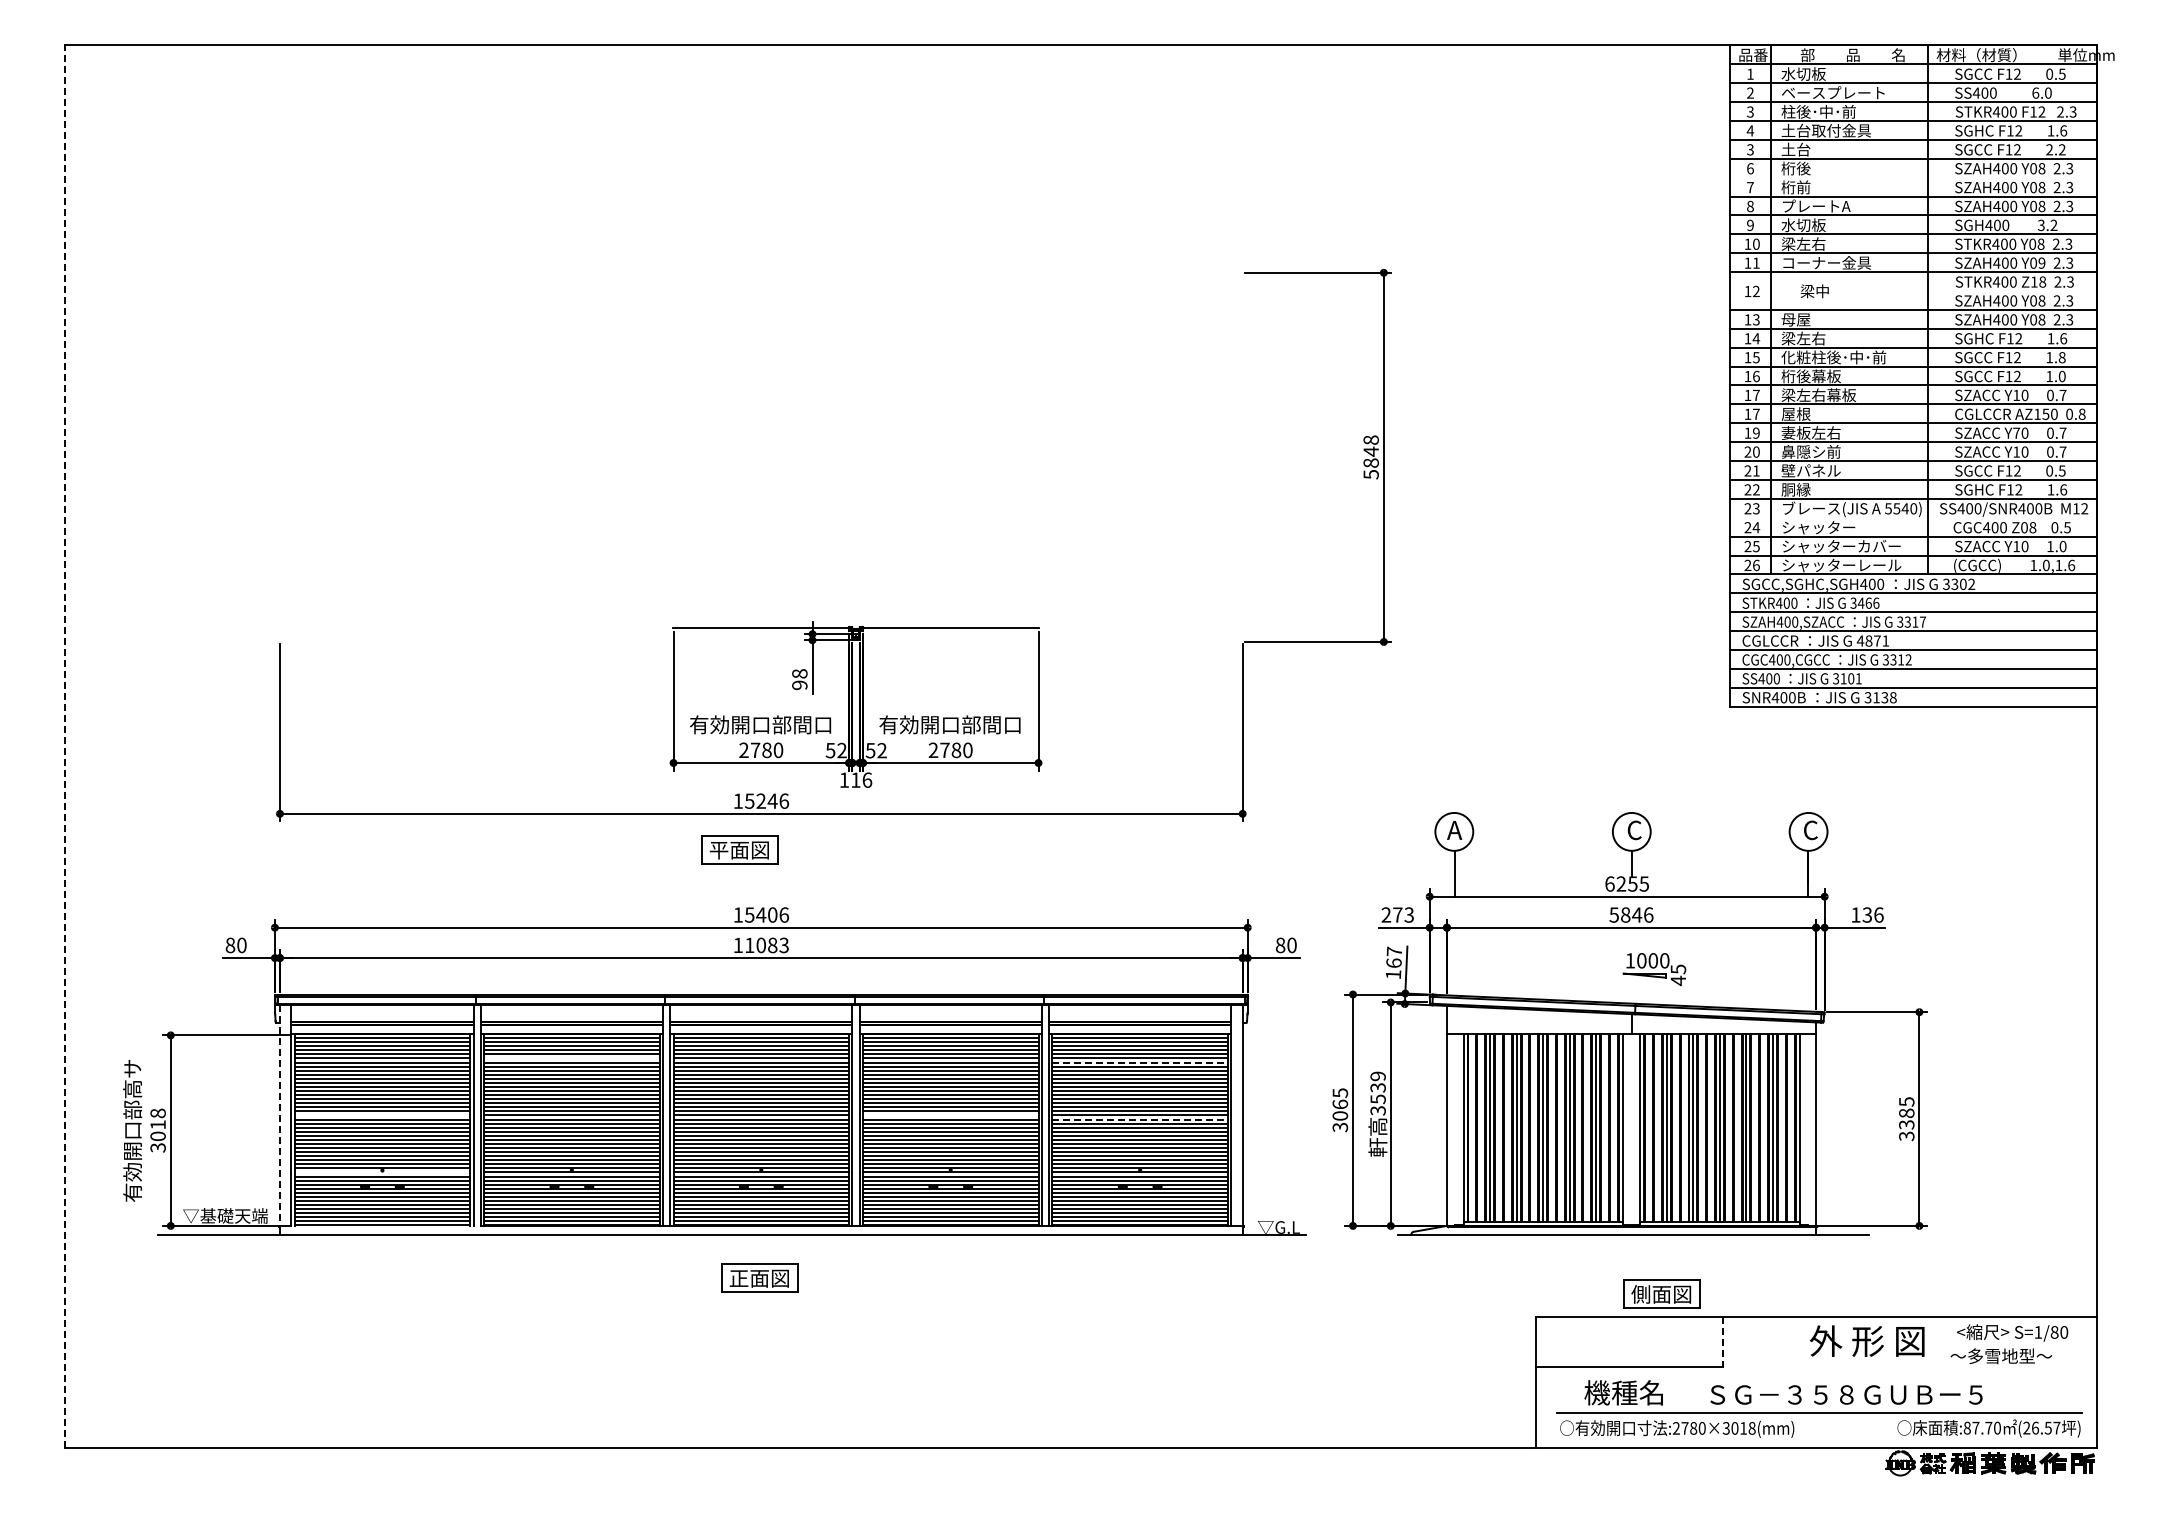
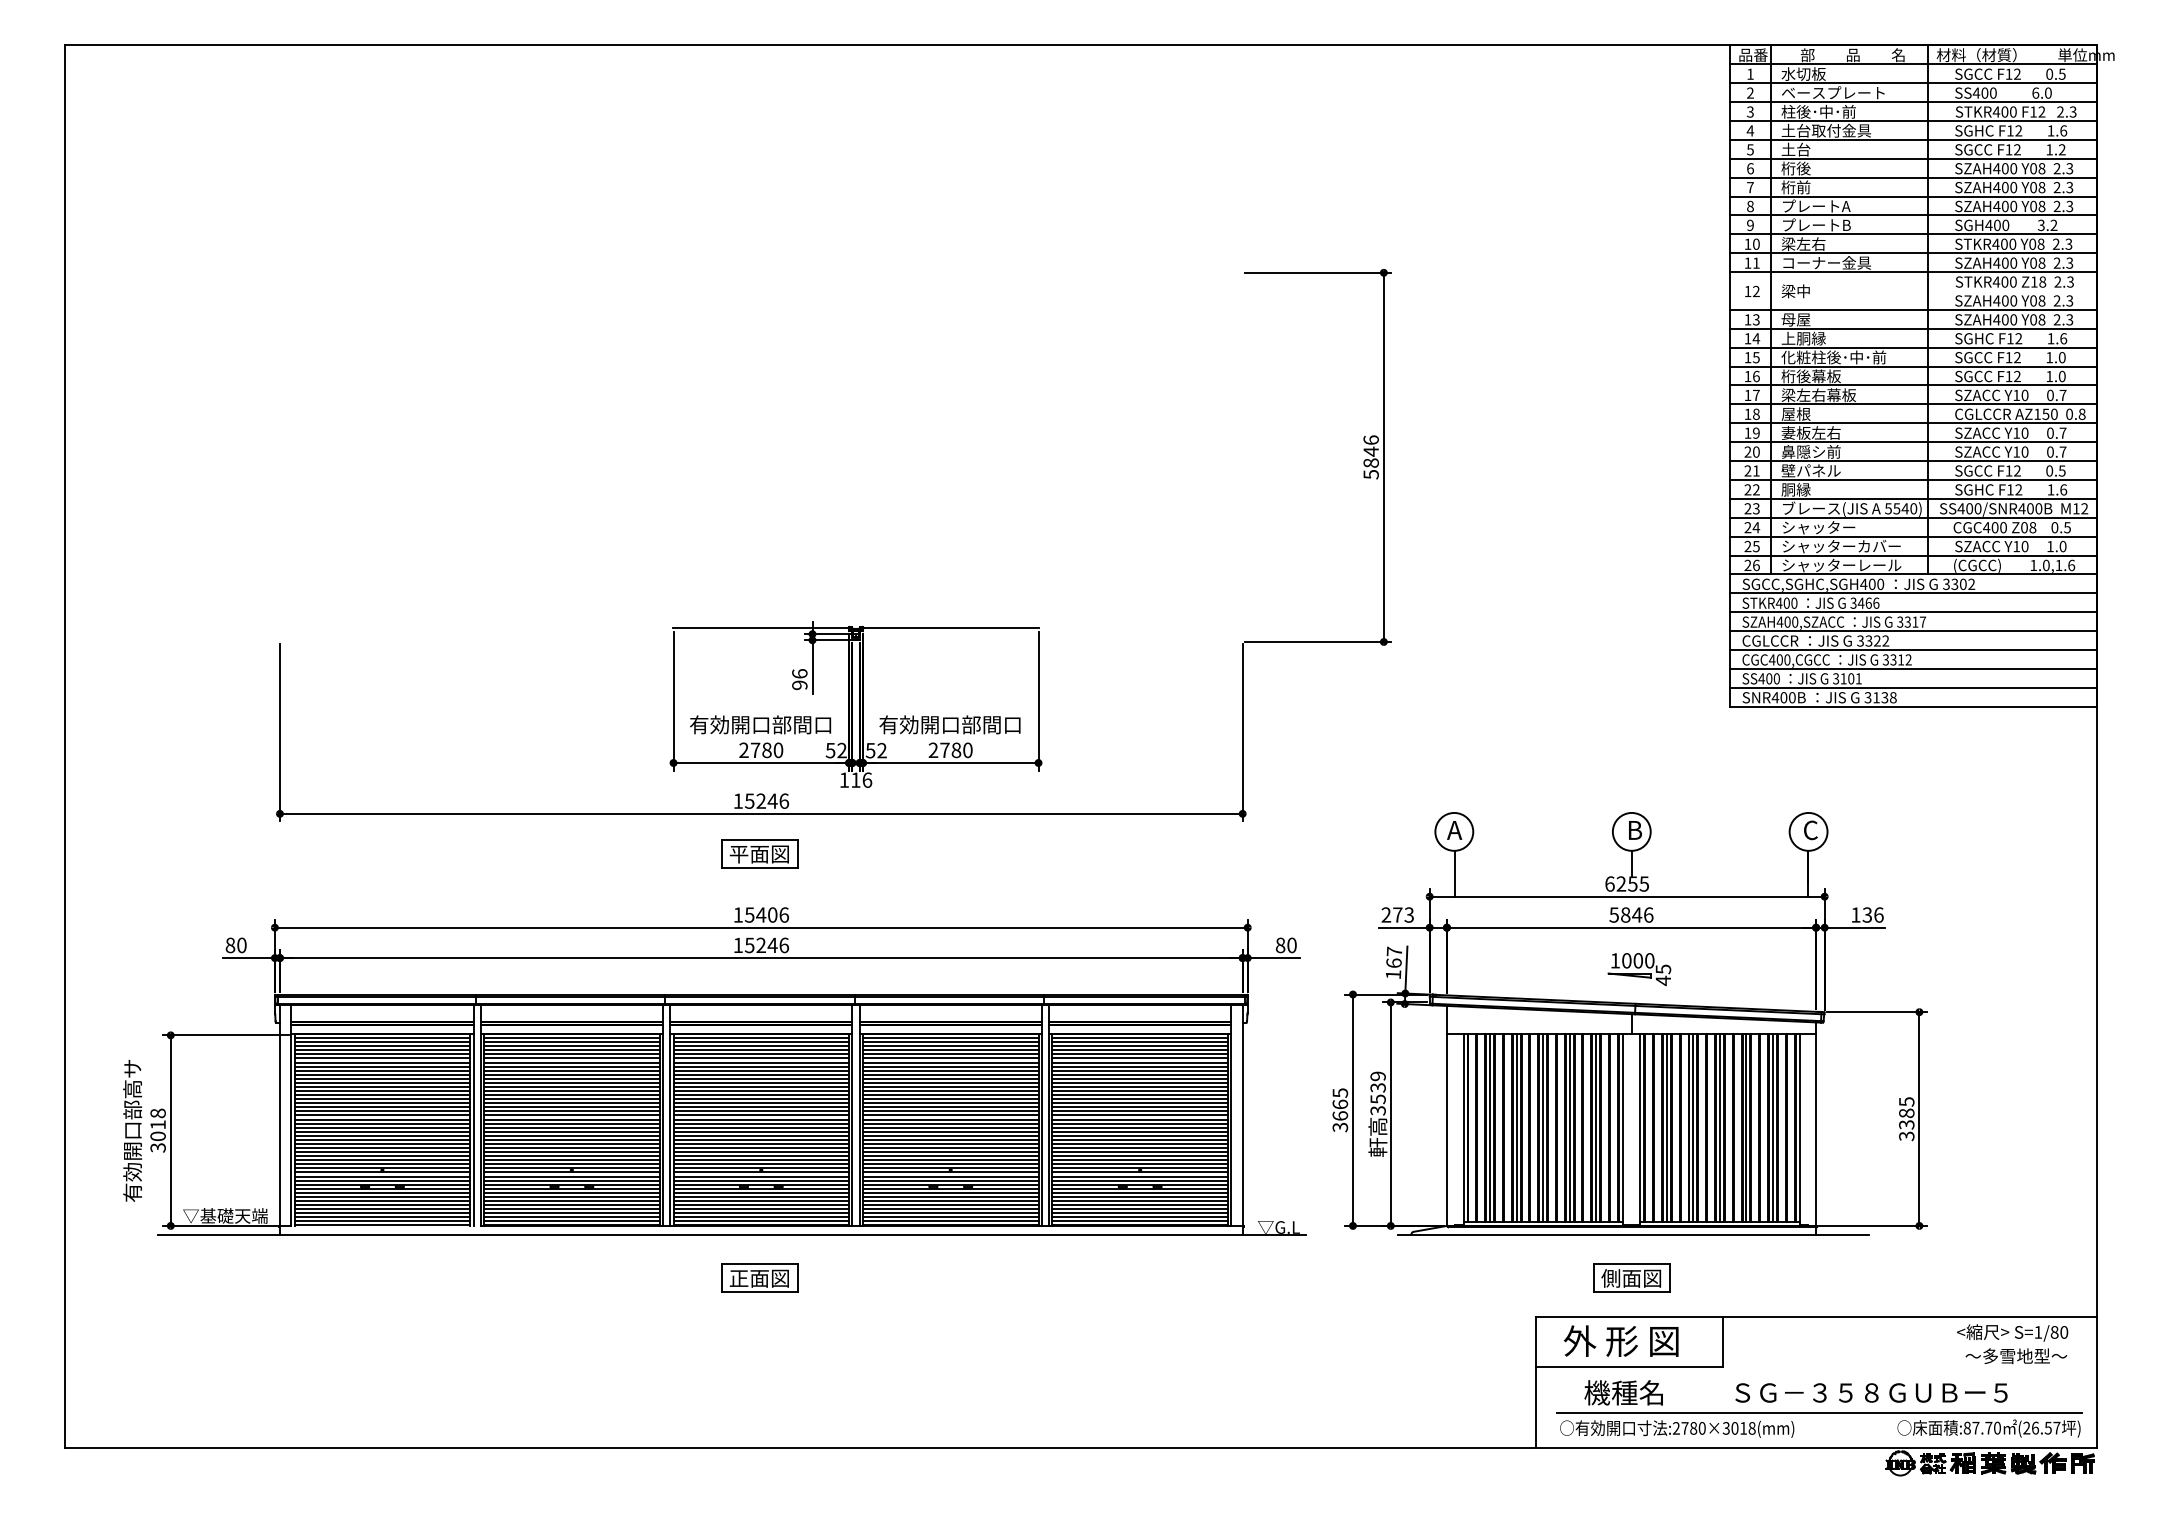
text at (1750, 149): 3 -> 5
text at (2049, 149): 2.2 -> 1.2
line at (1913, 177): none -> present
text at (1815, 225): 水切板 -> プレートB
text at (2041, 262): Y09 -> Y08
text at (1814, 291) position: (1814, 291) -> (1795, 291)
text at (1803, 338): 梁左右 -> 上胴縁
text at (2061, 357): 1.8 -> 1.0
text at (1756, 413): 17 -> 18
text at (2016, 432): Y70 -> Y10
text at (1370, 439): 5848 -> 5846
line at (1913, 517): none -> present
text at (1872, 640): 4871 -> 3322
text at (799, 673): 98 -> 96
line at (65, 746): dashed -> solid
text at (1634, 830): C -> B
part at (739, 849) position: (739, 849) -> (759, 853)
text at (766, 945): 11083 -> 15246
part at (1654, 969) position: (1654, 969) -> (1639, 969)
line at (571, 1058): none -> present
line at (1140, 1062): dashed -> solid
line at (382, 1115): none -> present
line at (950, 1115): none -> present
text at (1339, 1115): 3065 -> 3665
line at (279, 1116): dashed -> solid
line at (1140, 1119): dashed -> solid
line at (382, 1172): none -> present
part at (1661, 1293) position: (1661, 1293) -> (1631, 1277)
text at (1866, 1340) position: (1866, 1340) -> (1620, 1340)
line at (1723, 1342): dashed -> solid
text at (2001, 1356) position: (2001, 1356) -> (2016, 1356)
text at (1846, 1394) position: (1846, 1394) -> (1871, 1392)
